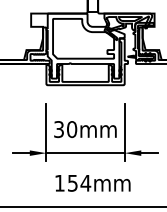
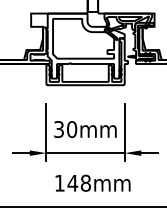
text at (79, 182): 154mm -> 148mm
